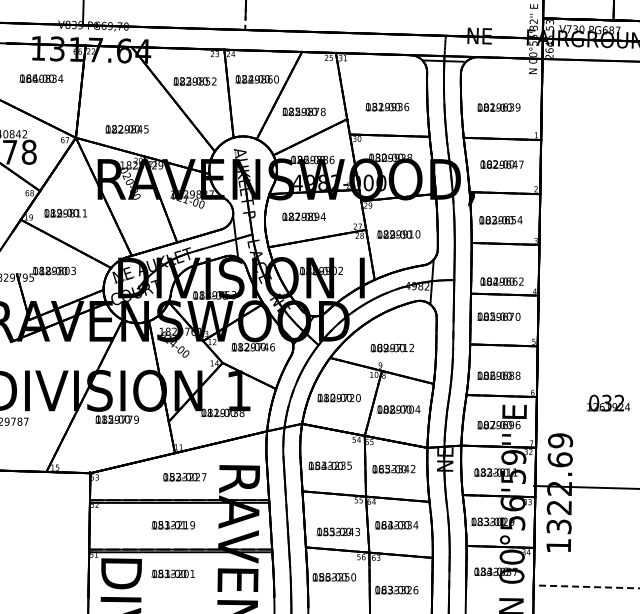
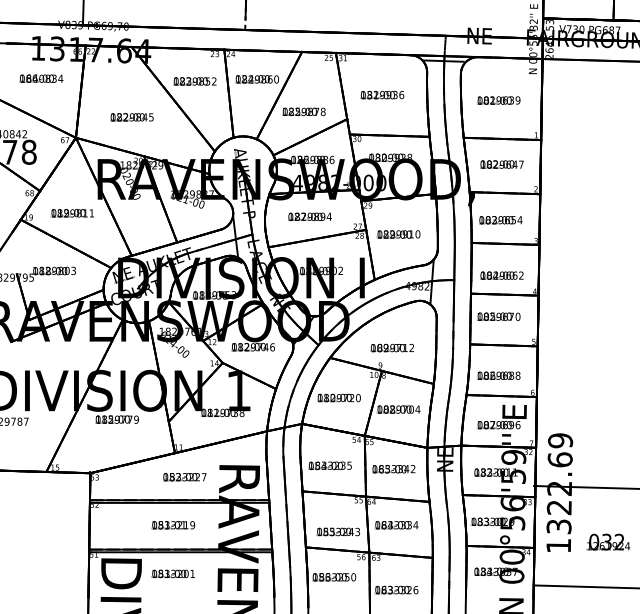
text at (387, 106) position: (387, 106) -> (382, 94)
text at (498, 107) position: (498, 107) -> (498, 100)
text at (126, 129) position: (126, 129) -> (131, 117)
text at (64, 213) position: (64, 213) -> (71, 213)
text at (303, 216) position: (303, 216) -> (309, 216)
text at (501, 281) position: (501, 281) -> (501, 275)
text at (608, 402) position: (608, 402) -> (608, 541)
line at (586, 586): dashed -> solid
